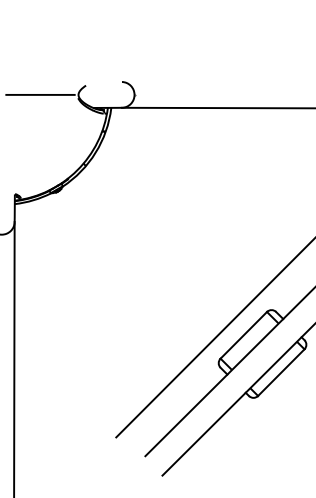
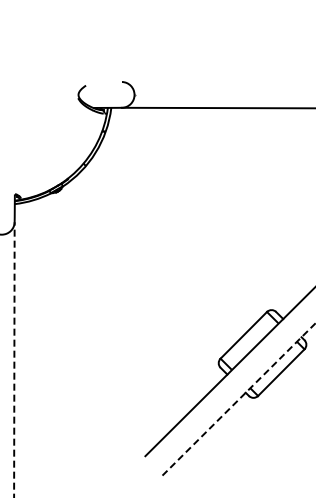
line at (40, 94): present -> none
line at (214, 338): present -> none
line at (14, 359): solid -> dashed
line at (238, 399): solid -> dashed
